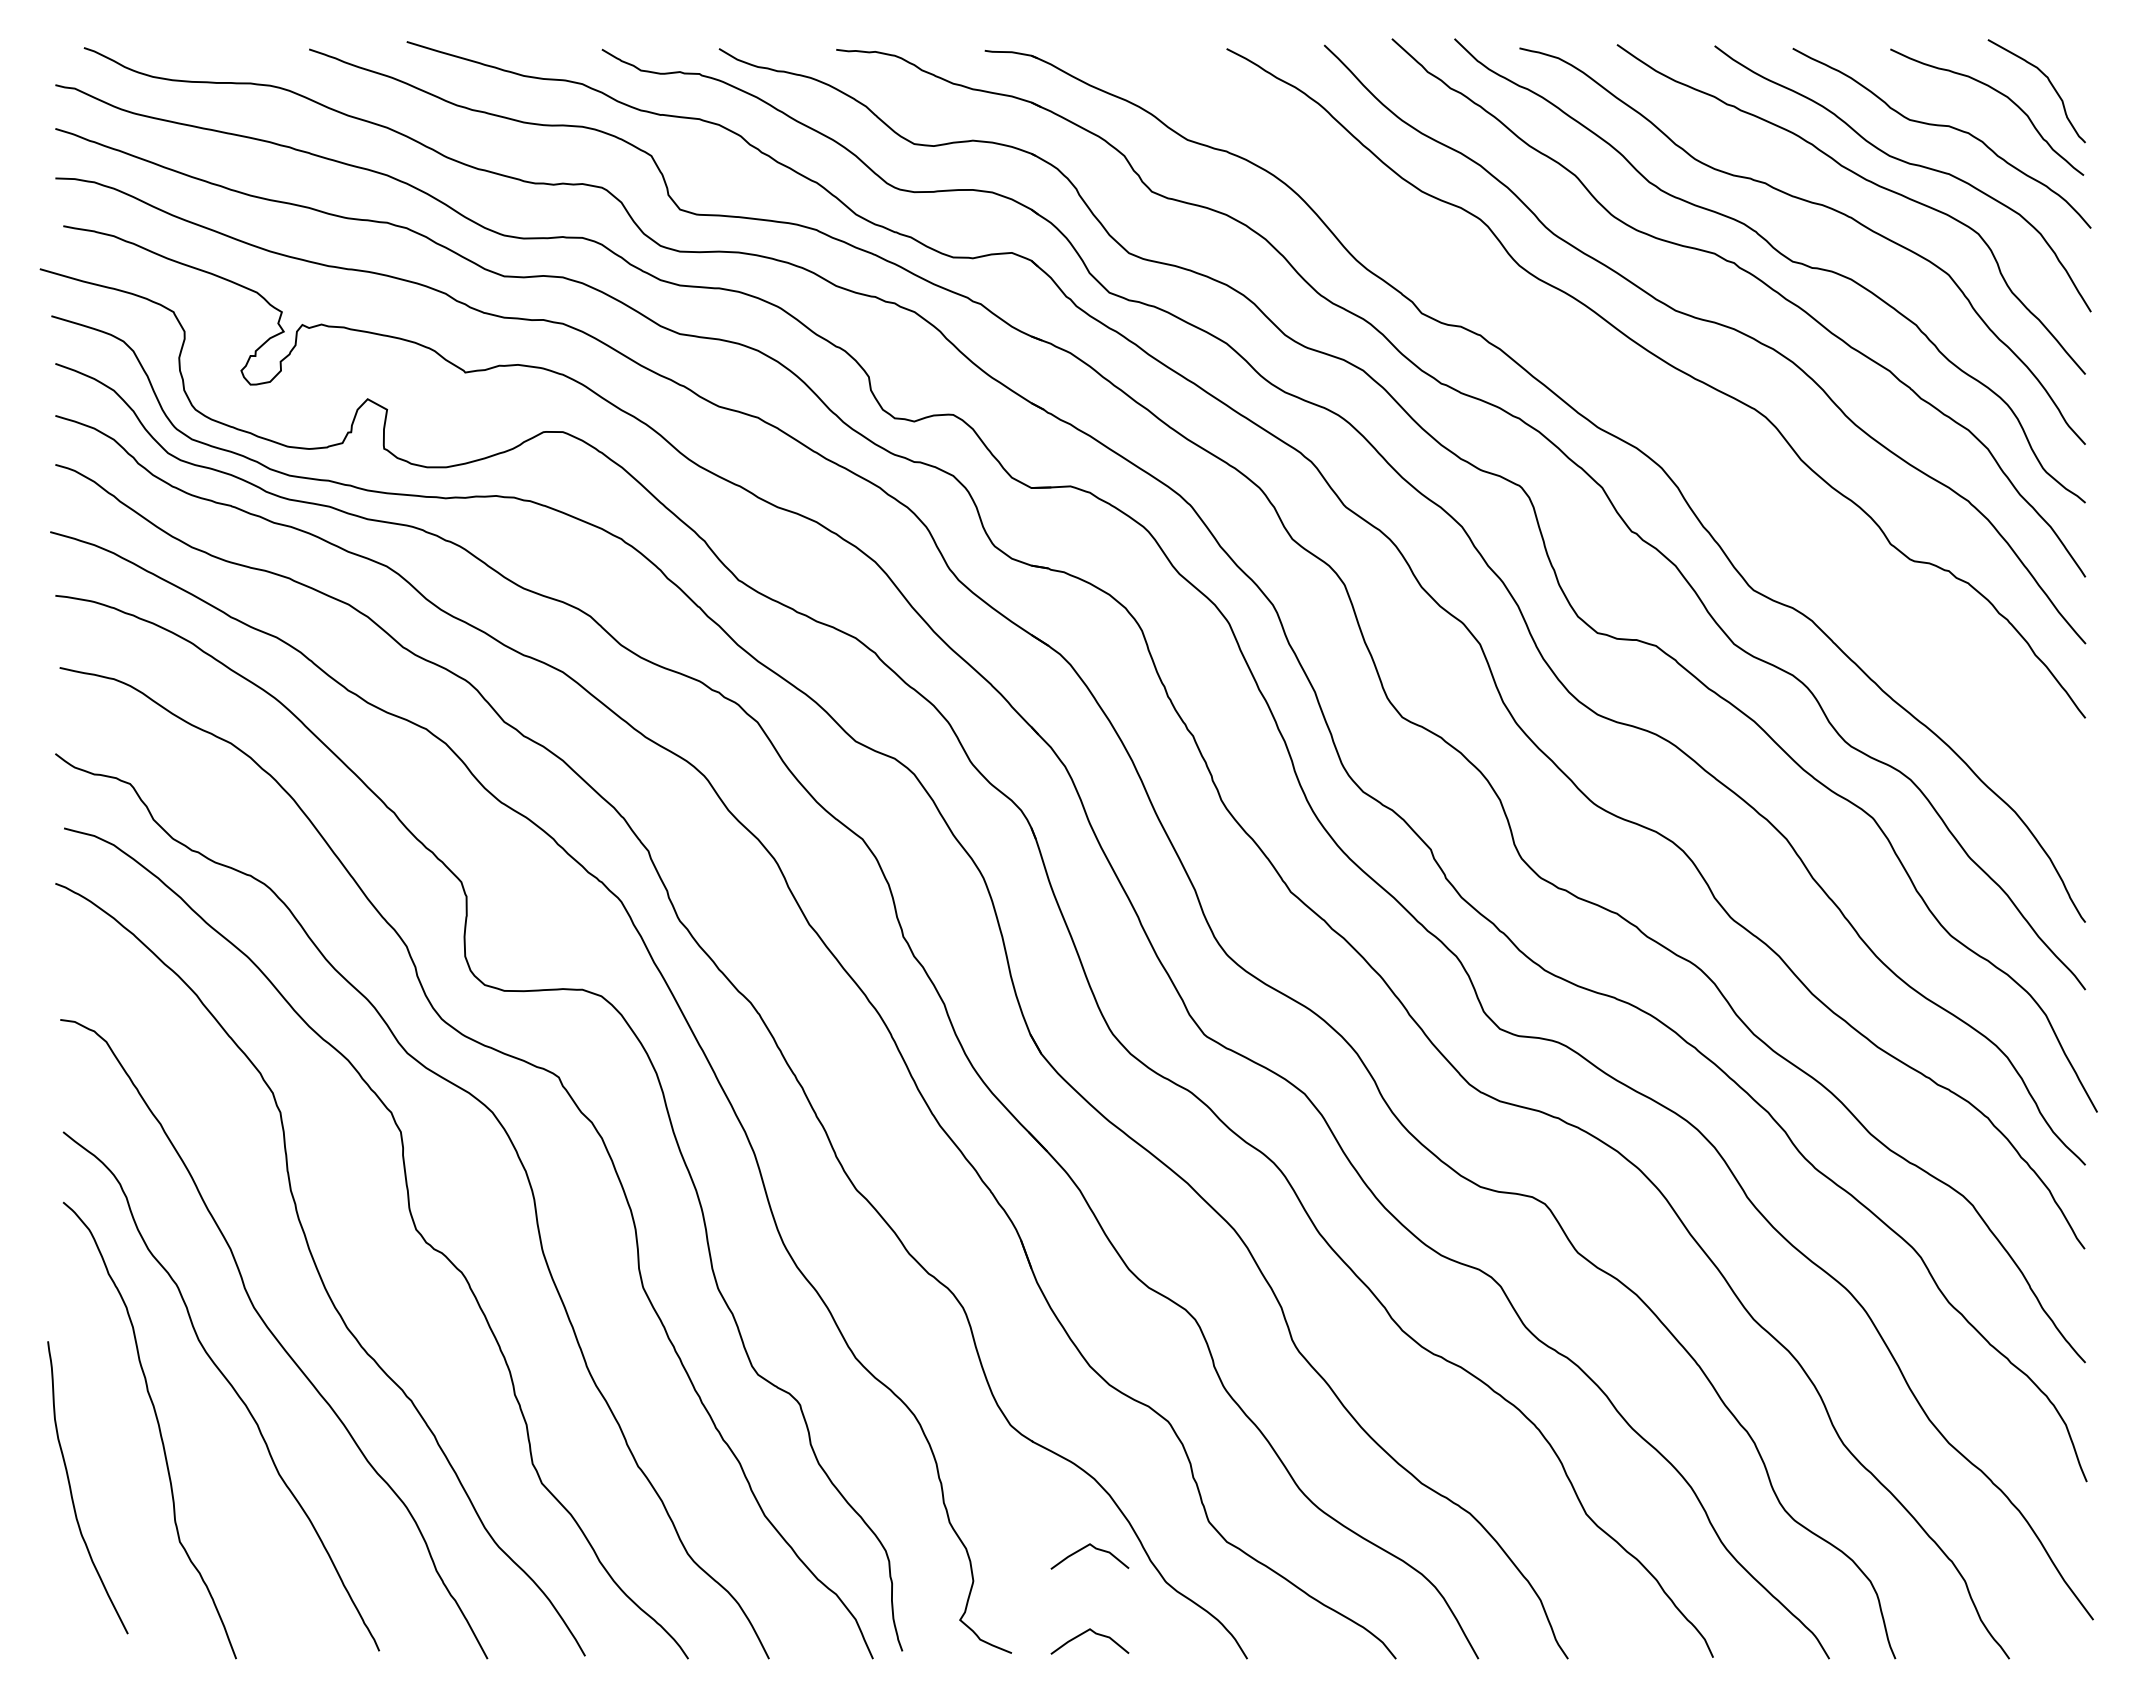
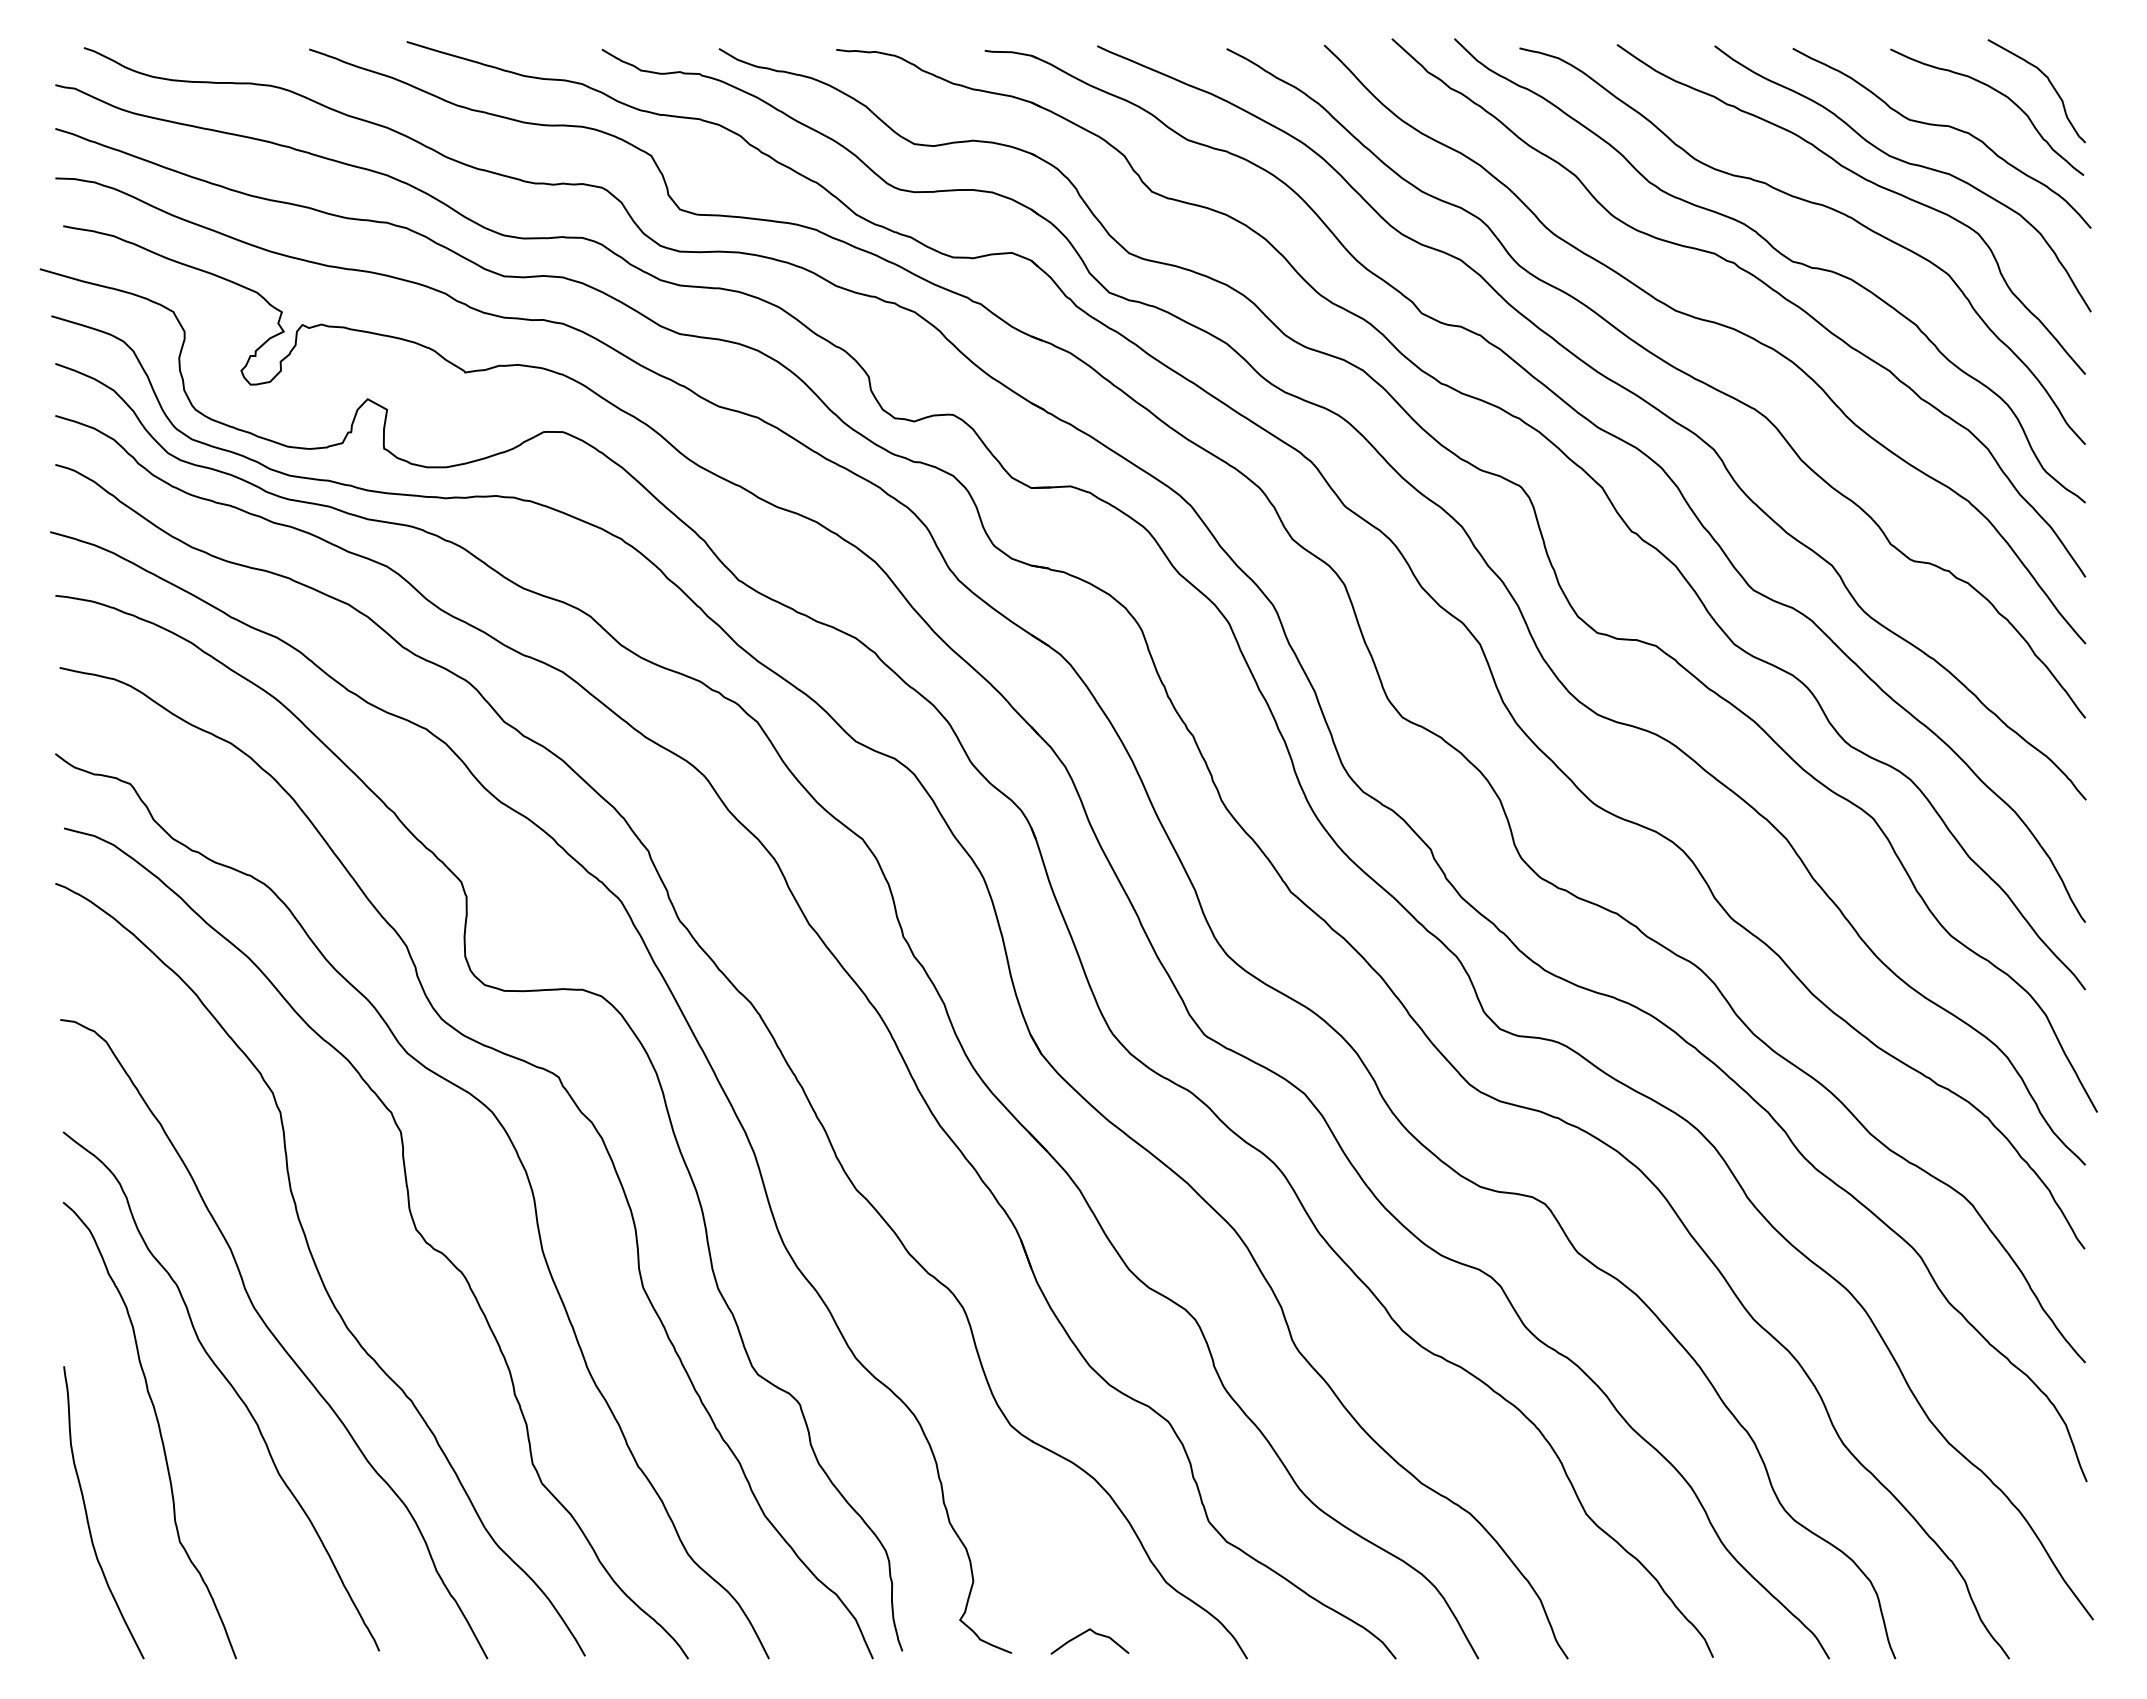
curve at (1612, 382): none -> present
curve at (71, 1488) position: (71, 1488) -> (87, 1513)
curve at (1083, 1549): present -> none
